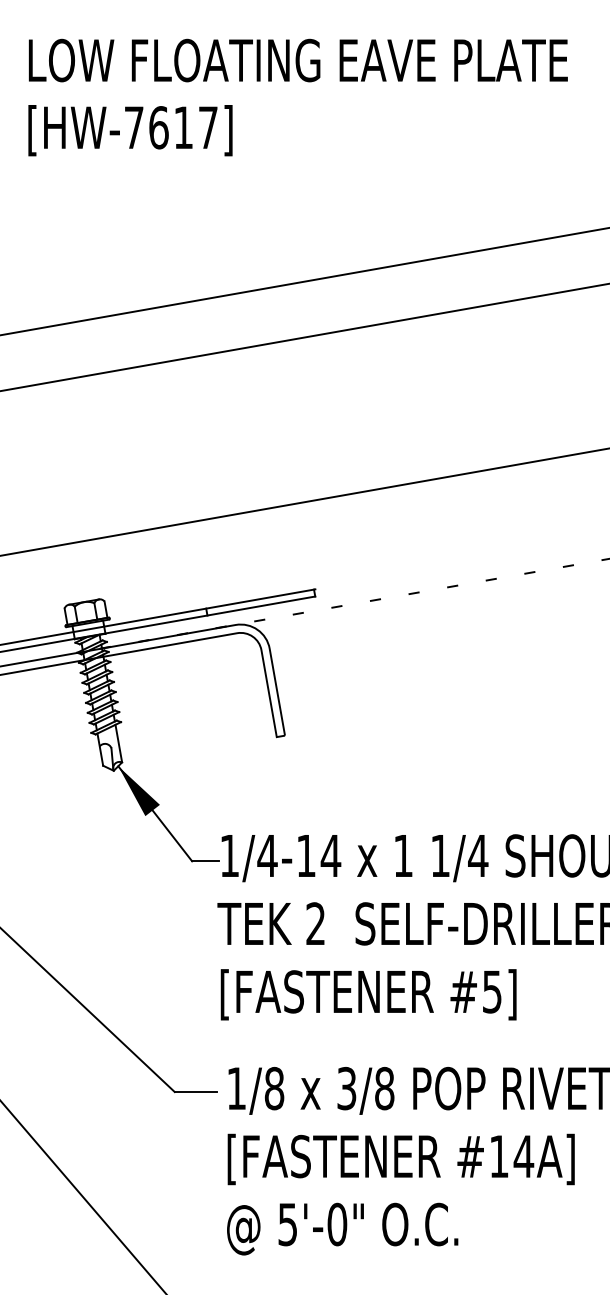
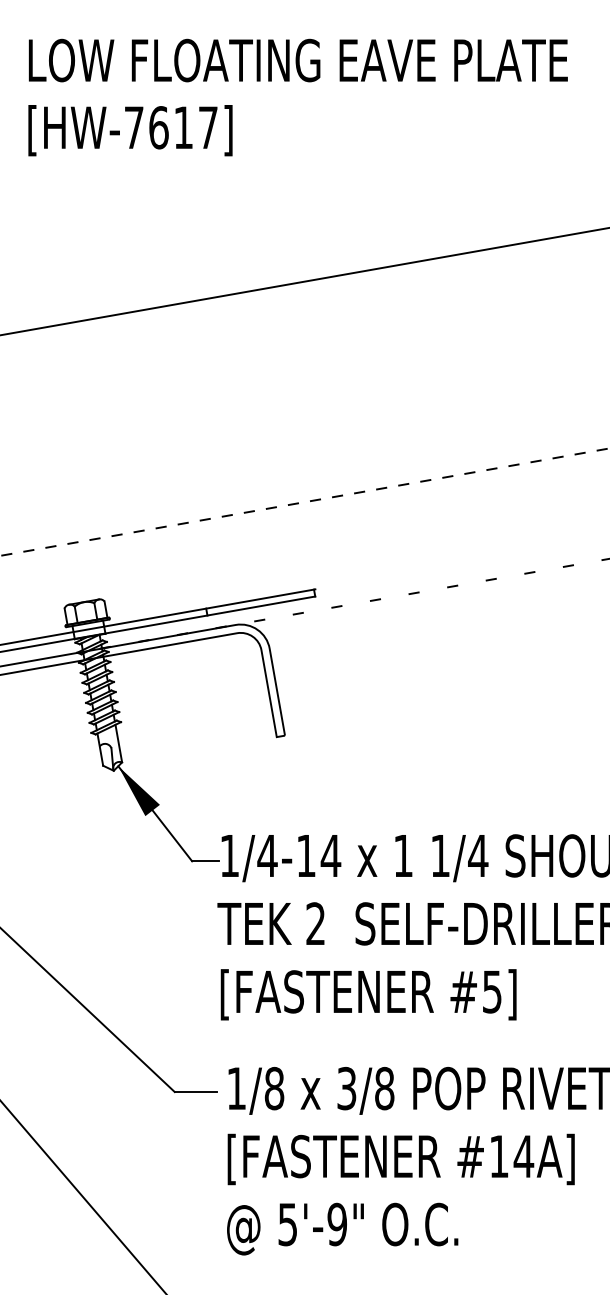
line at (304, 337): present -> none
line at (305, 502): solid -> dashed
text at (337, 1224): 5'-0" -> 5'-9"
